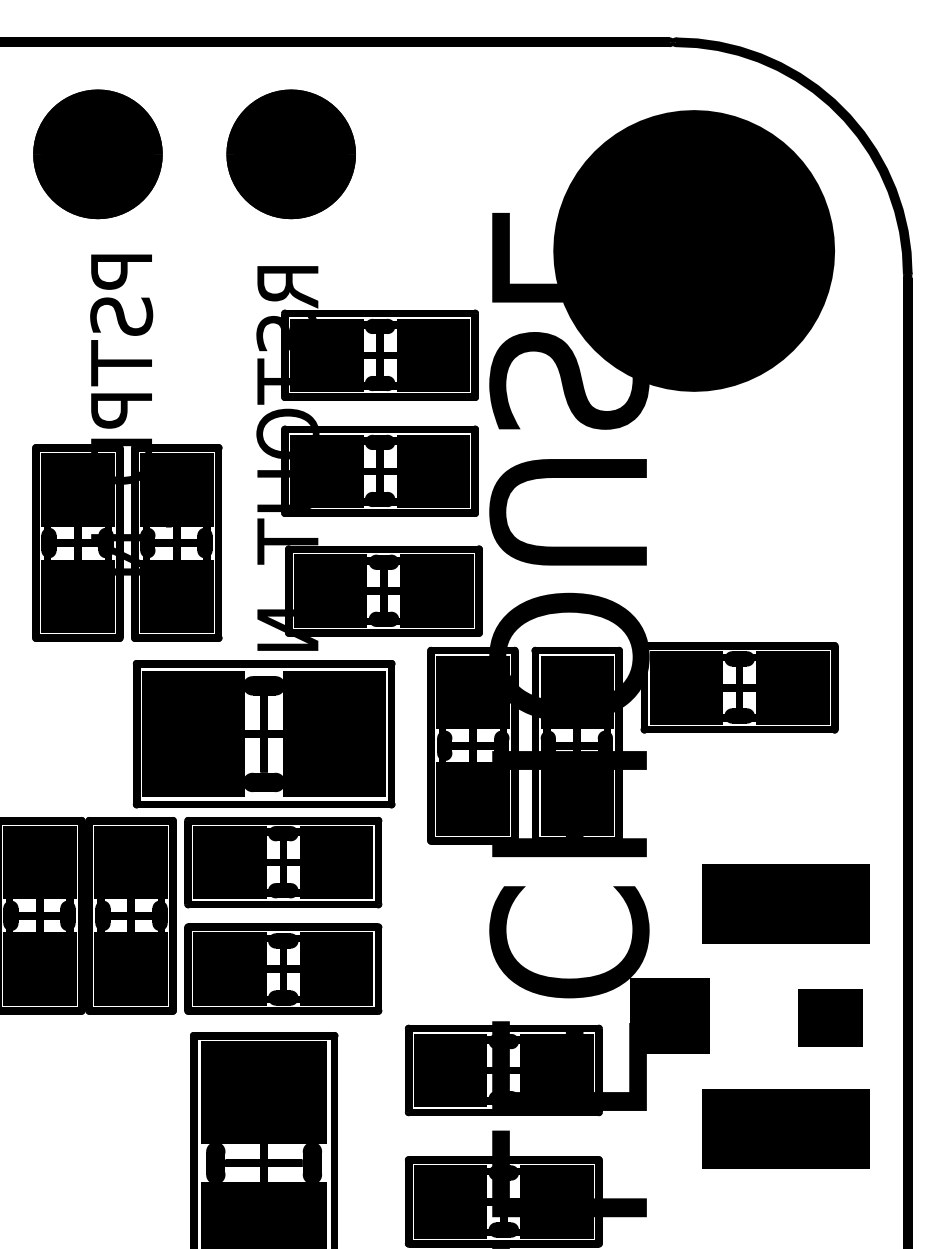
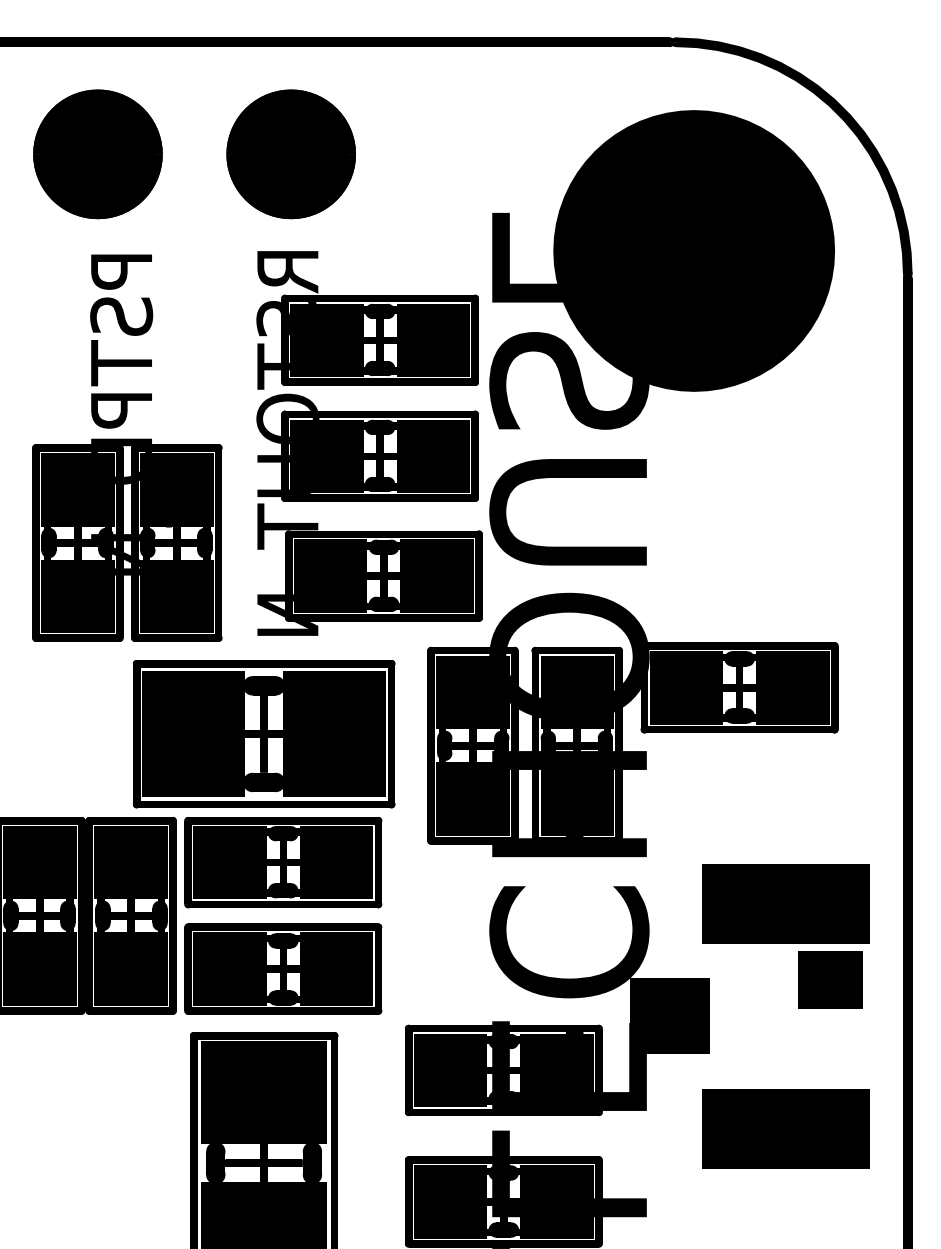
text at (369, 458) position: (369, 458) -> (369, 443)
part at (830, 1017) position: (830, 1017) -> (830, 979)
